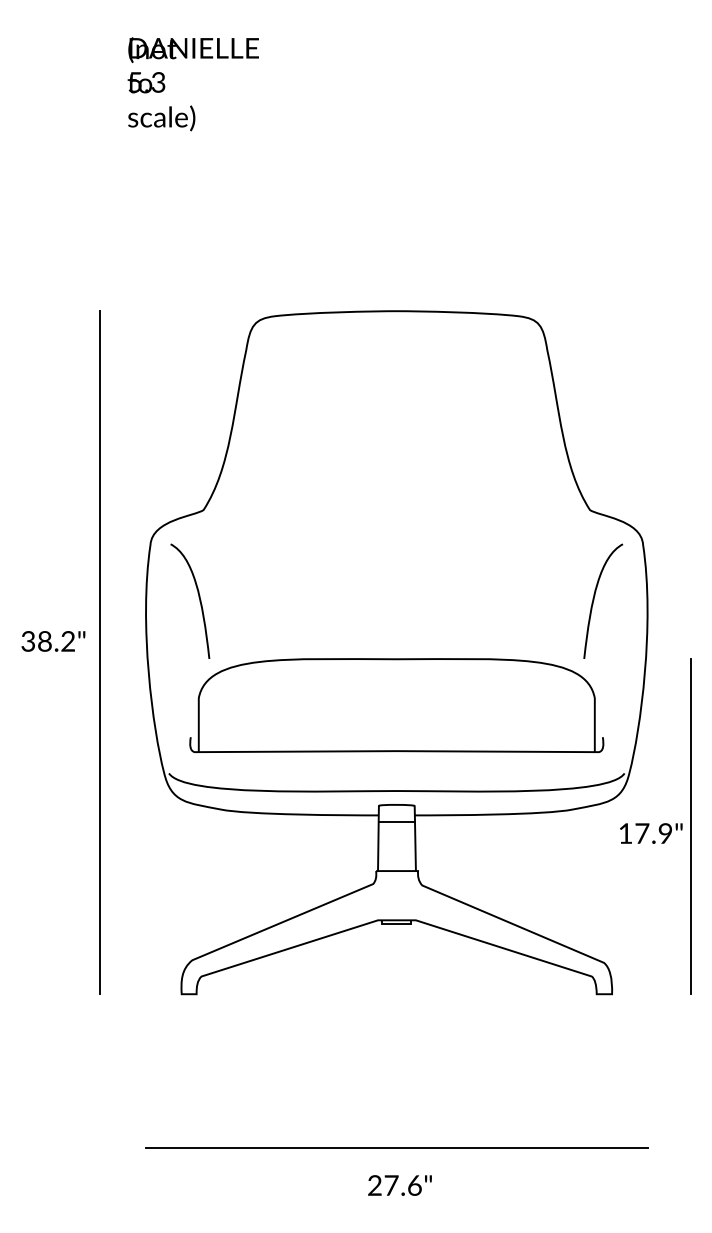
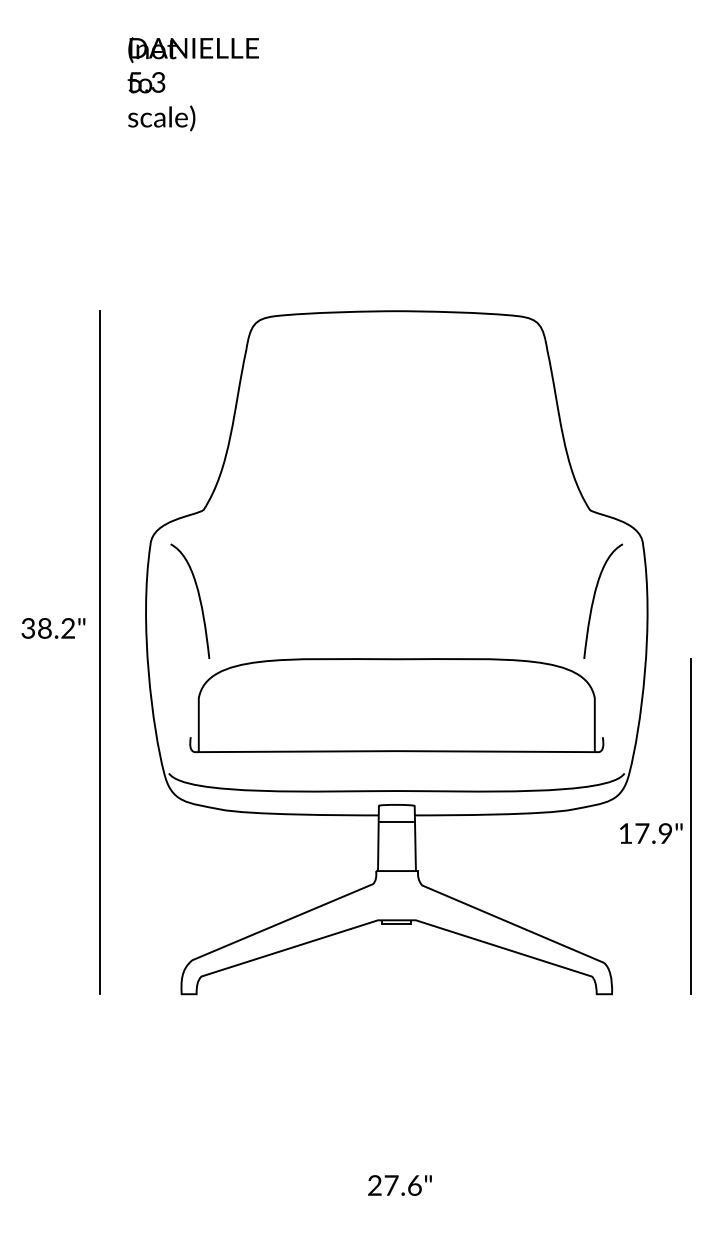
text at (53, 641) position: (53, 641) -> (53, 628)
line at (396, 1147): present -> none
